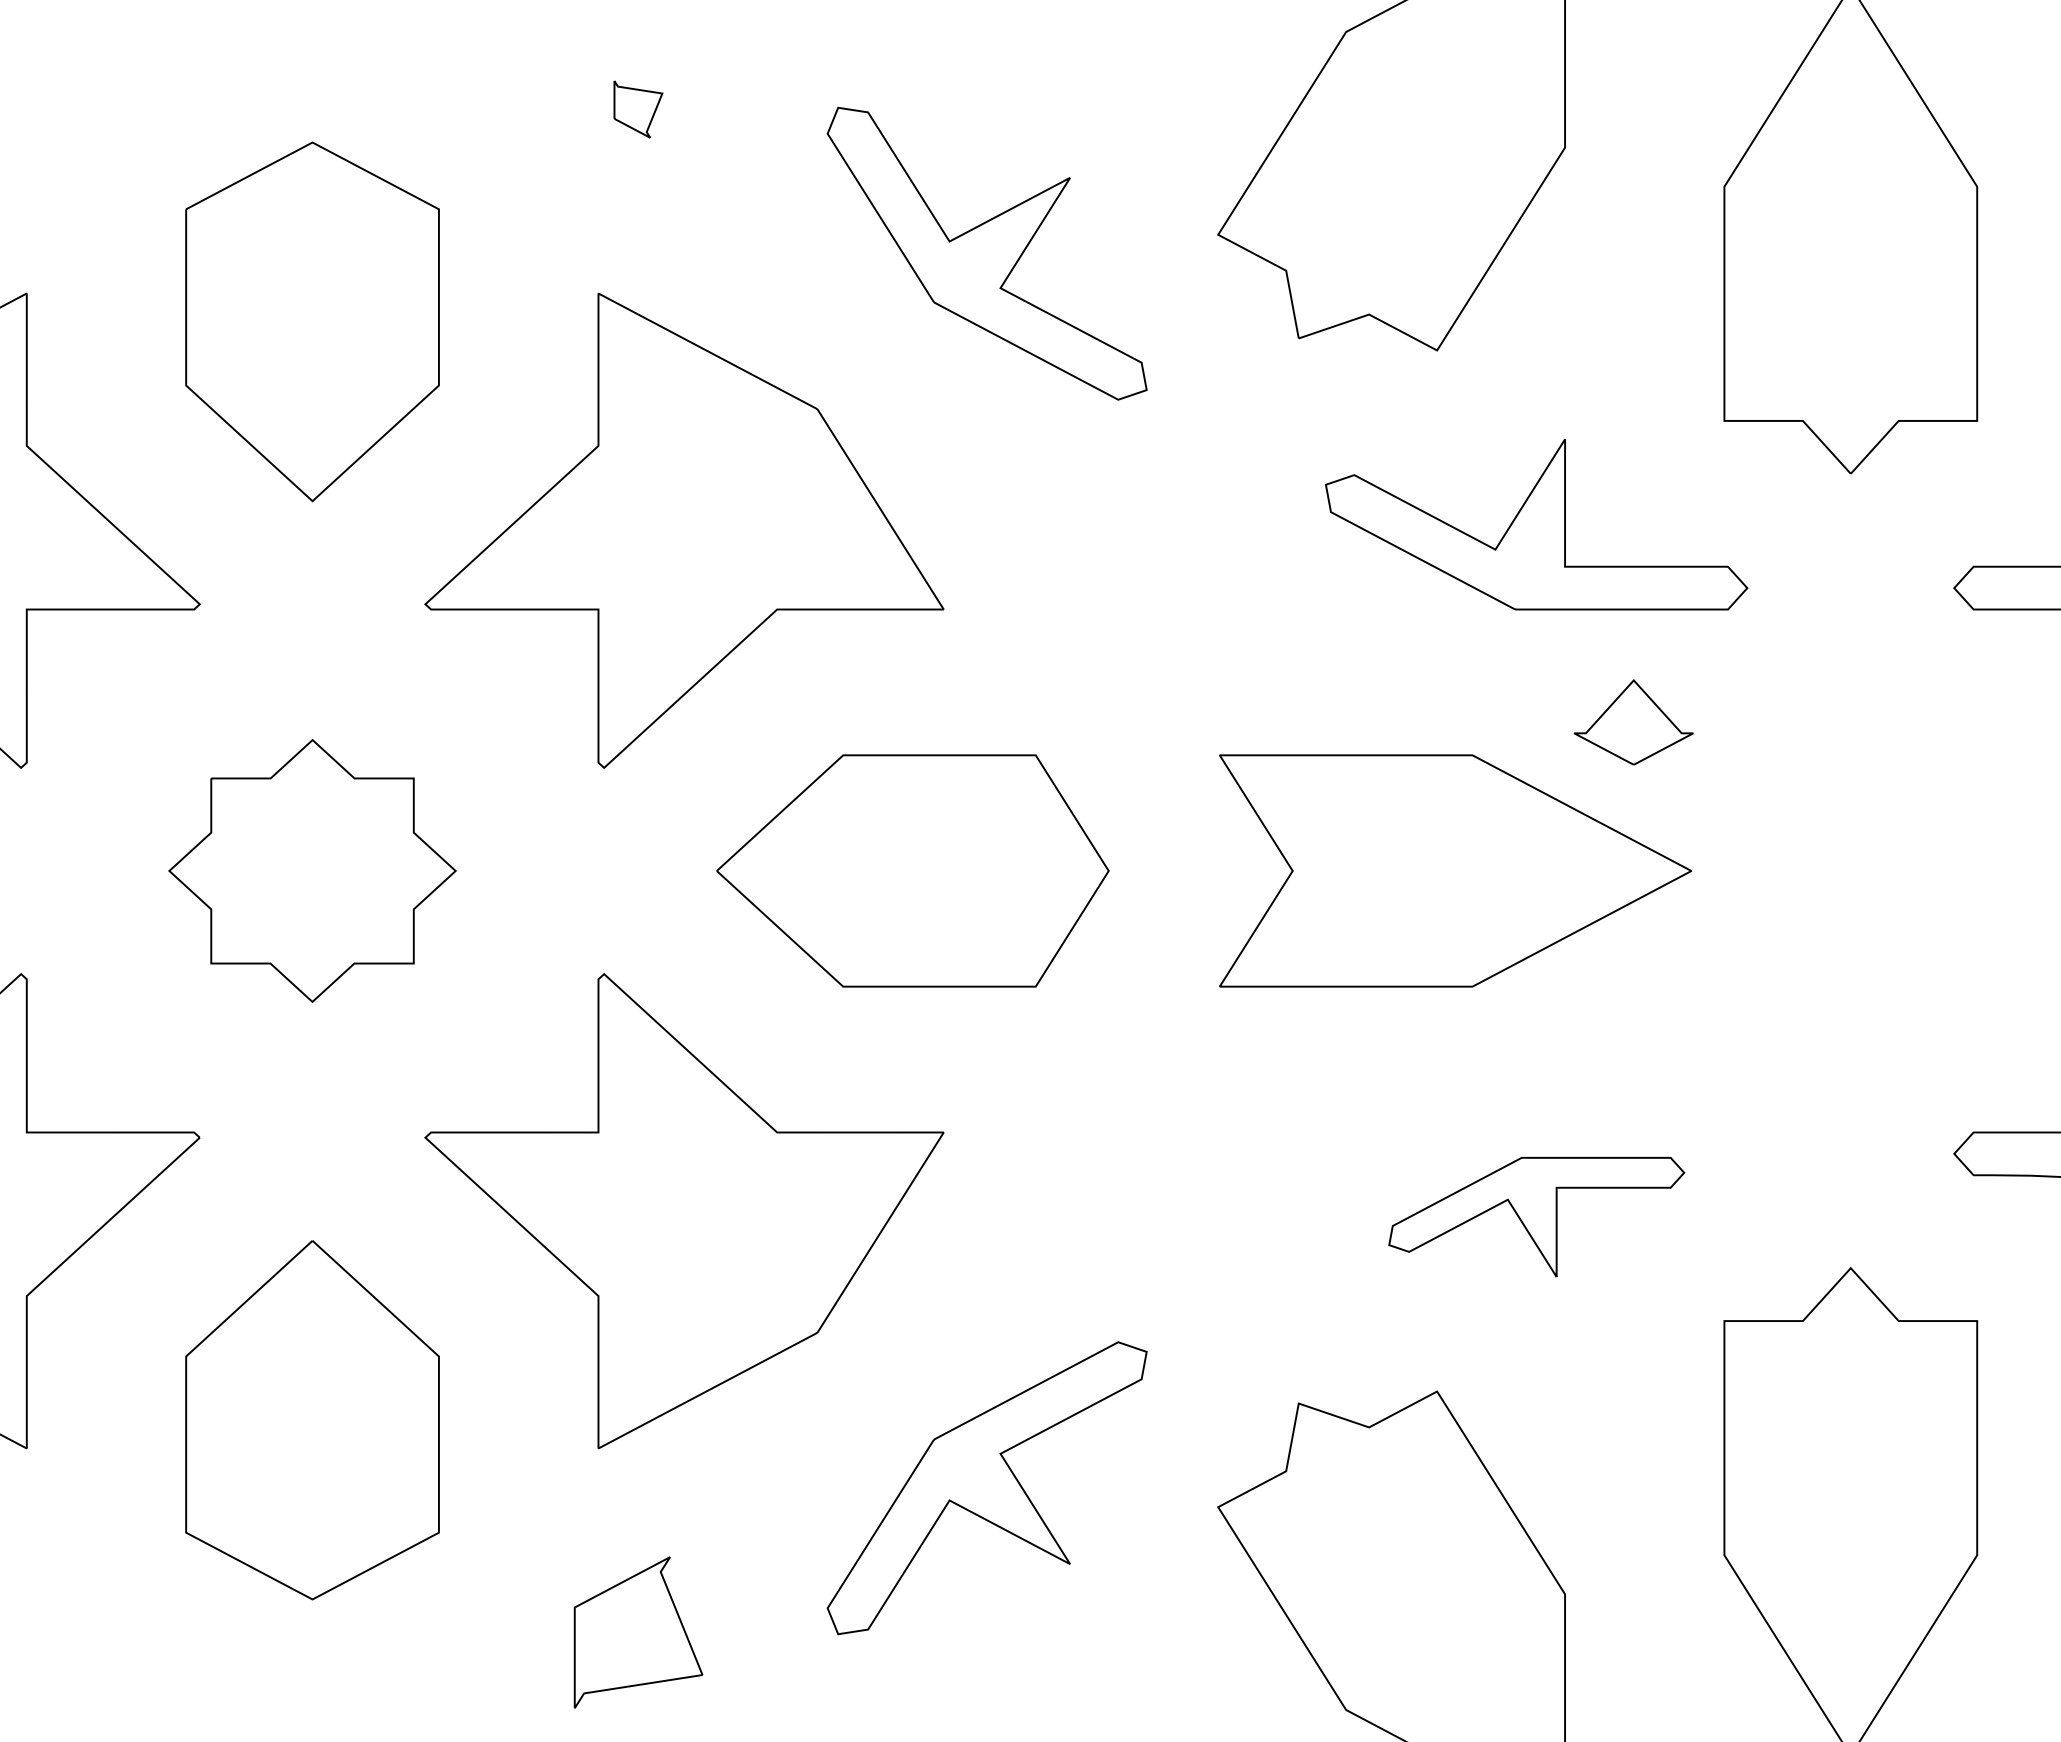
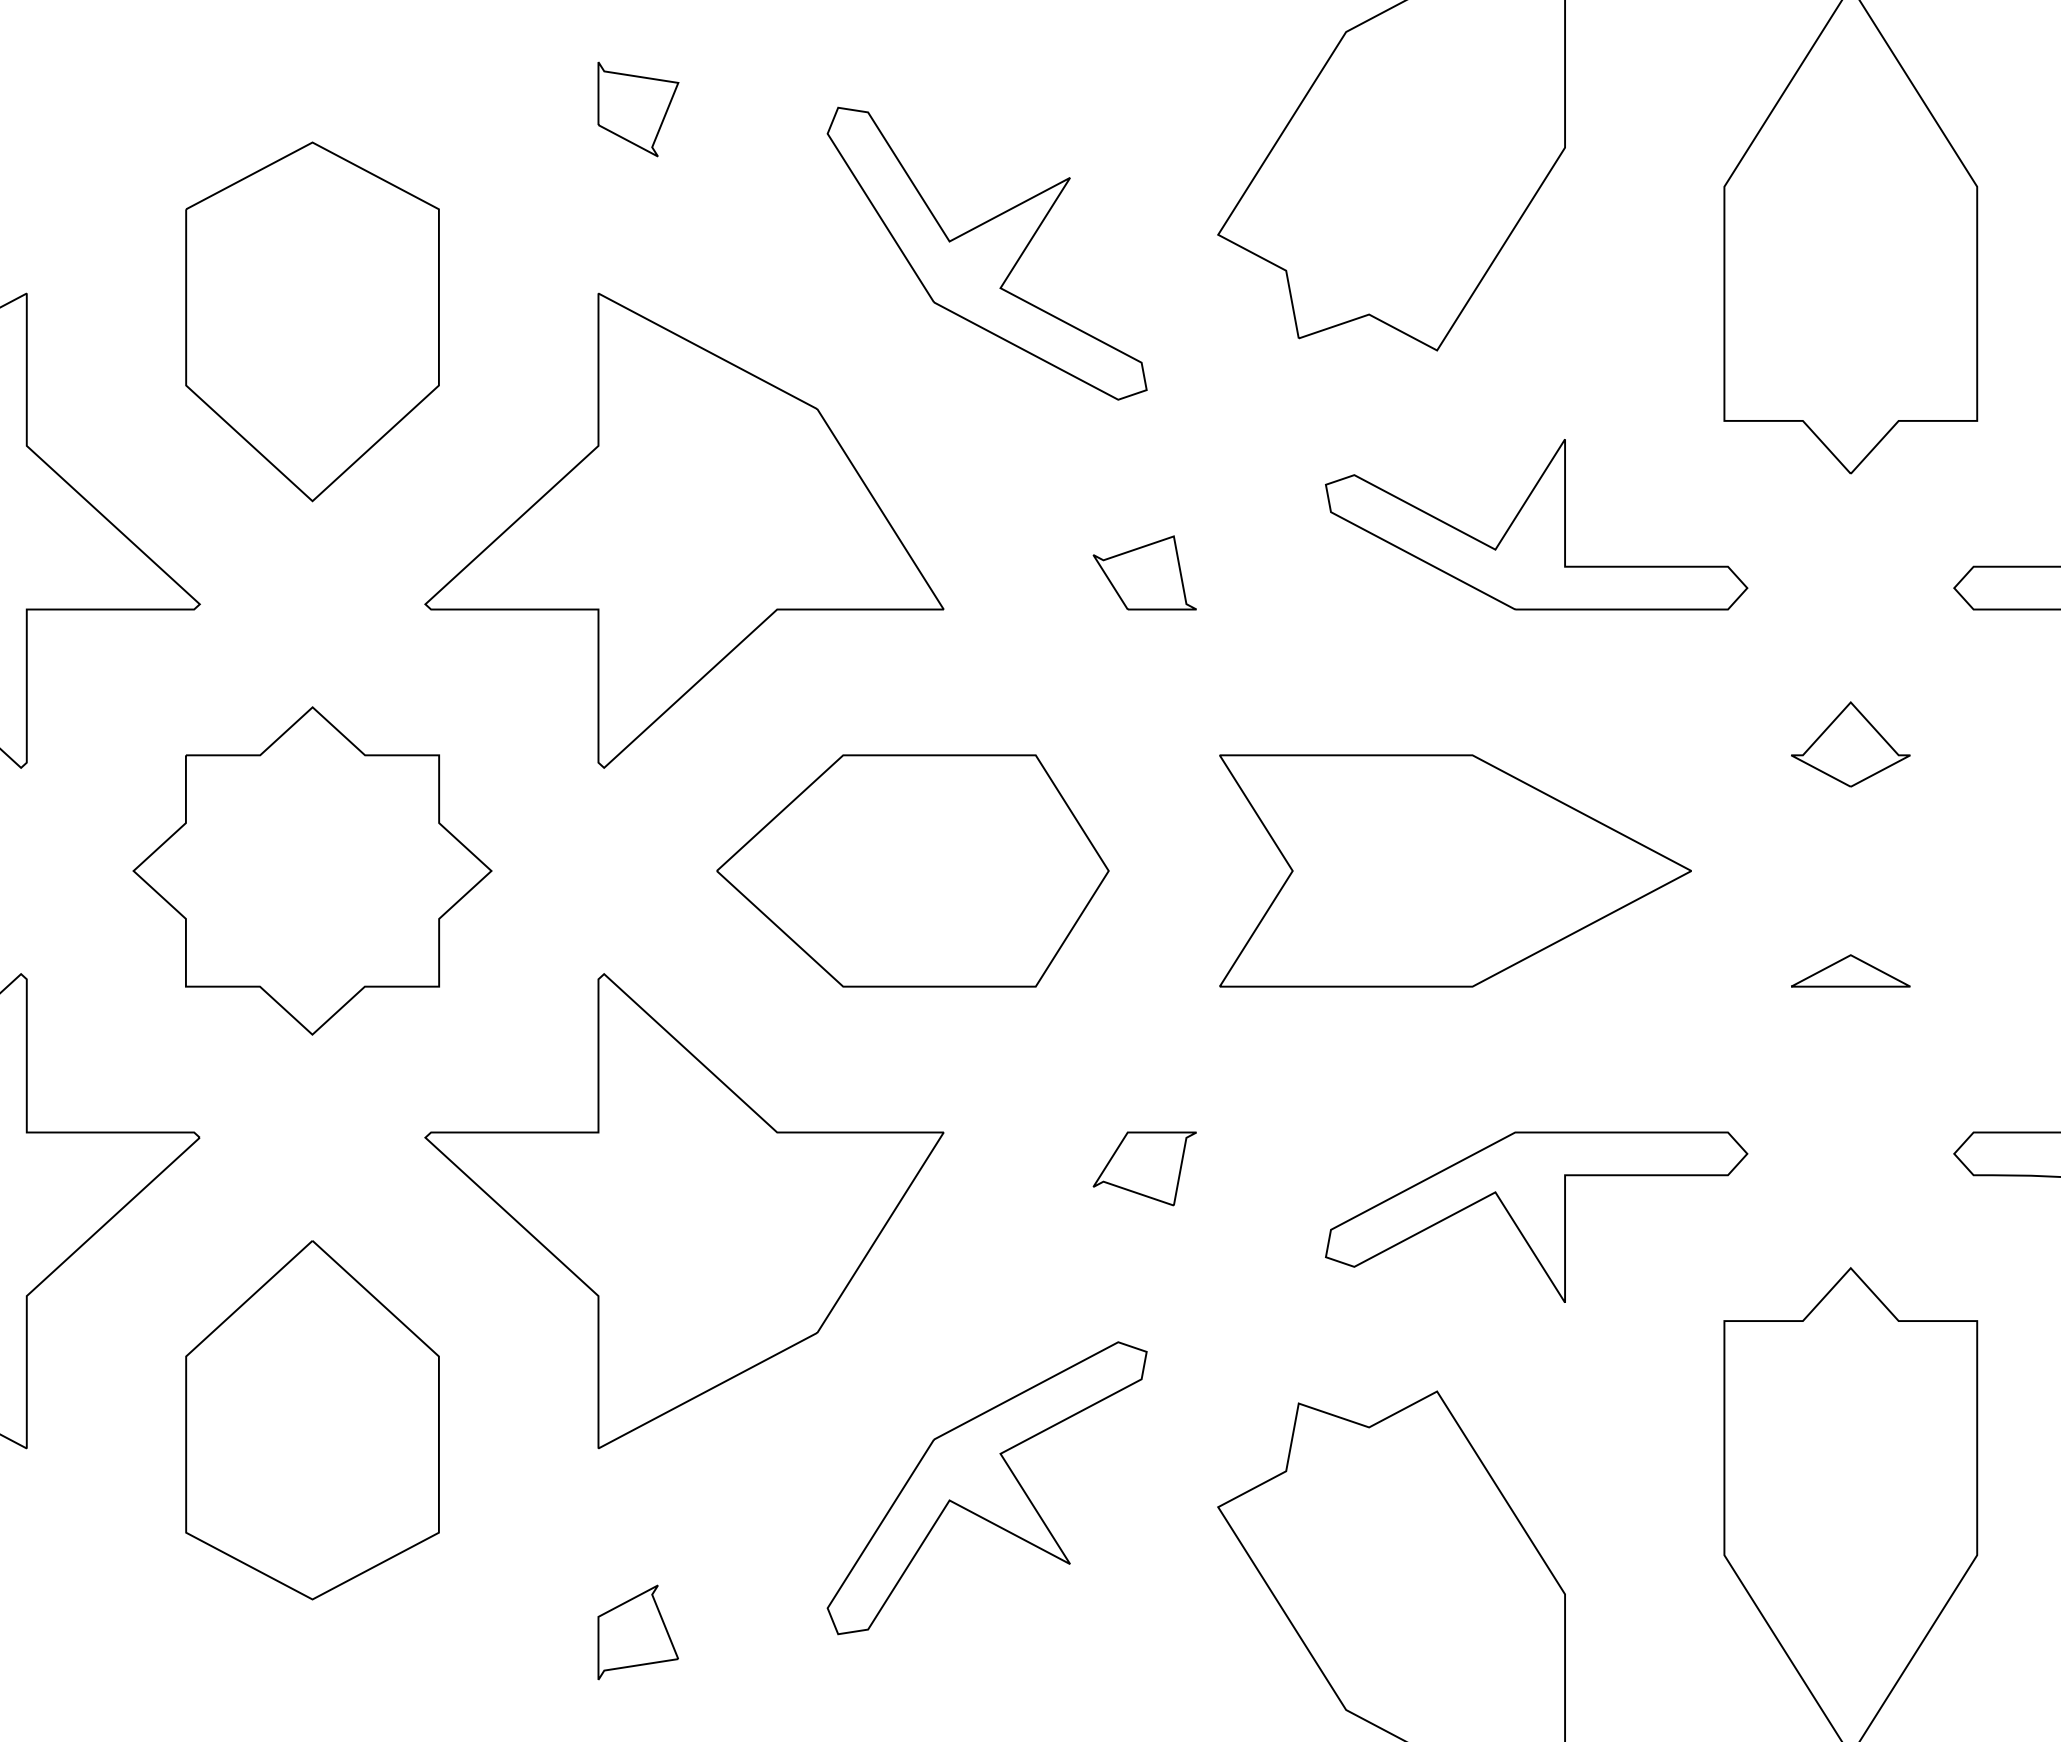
part at (638, 109) size: 51x59 px -> 83x97 px
part at (1144, 572): none -> present
part at (1633, 722) position: (1633, 722) -> (1850, 744)
part at (312, 870) size: 289x264 px -> 361x330 px
part at (1850, 970): none -> present
part at (1144, 1168): none -> present
part at (1536, 1217) size: 298x121 px -> 424x172 px
part at (638, 1632) size: 131x153 px -> 82x97 px
